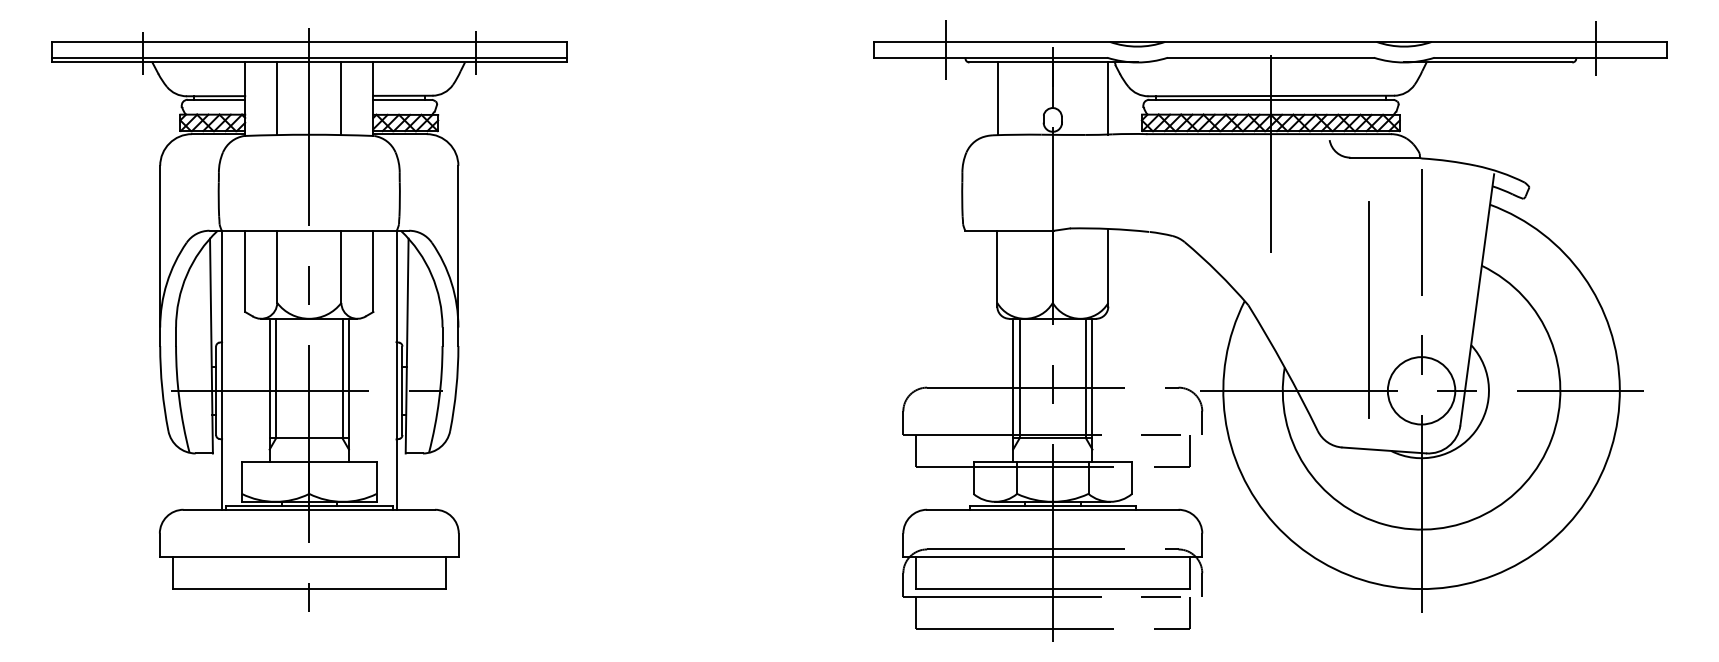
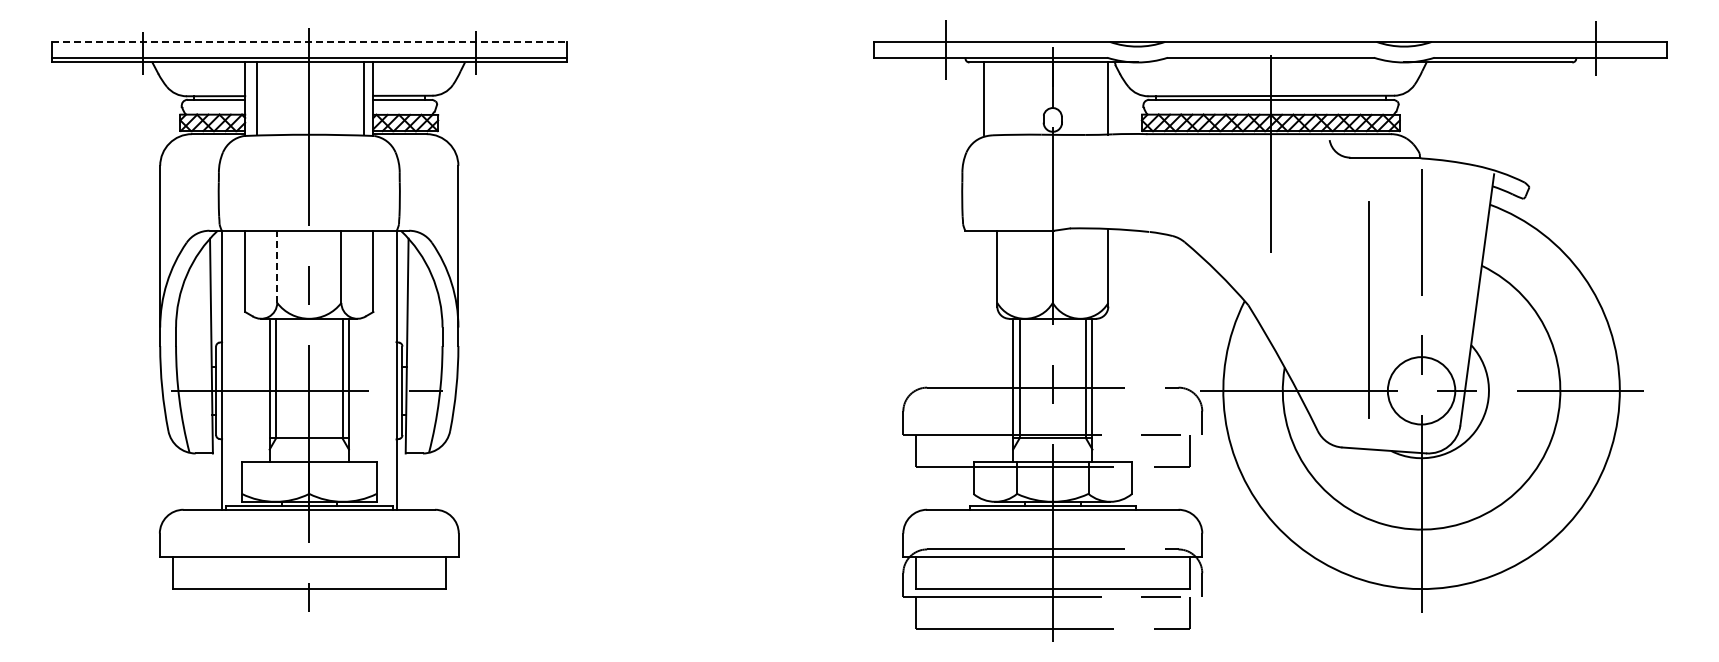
line at (309, 41): solid -> dashed
line at (277, 98) position: (277, 98) -> (257, 98)
line at (341, 98) position: (341, 98) -> (364, 98)
line at (997, 98) position: (997, 98) -> (983, 98)
line at (277, 266): solid -> dashed
